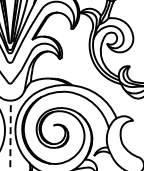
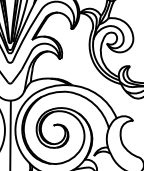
line at (10, 135): dashed -> solid
